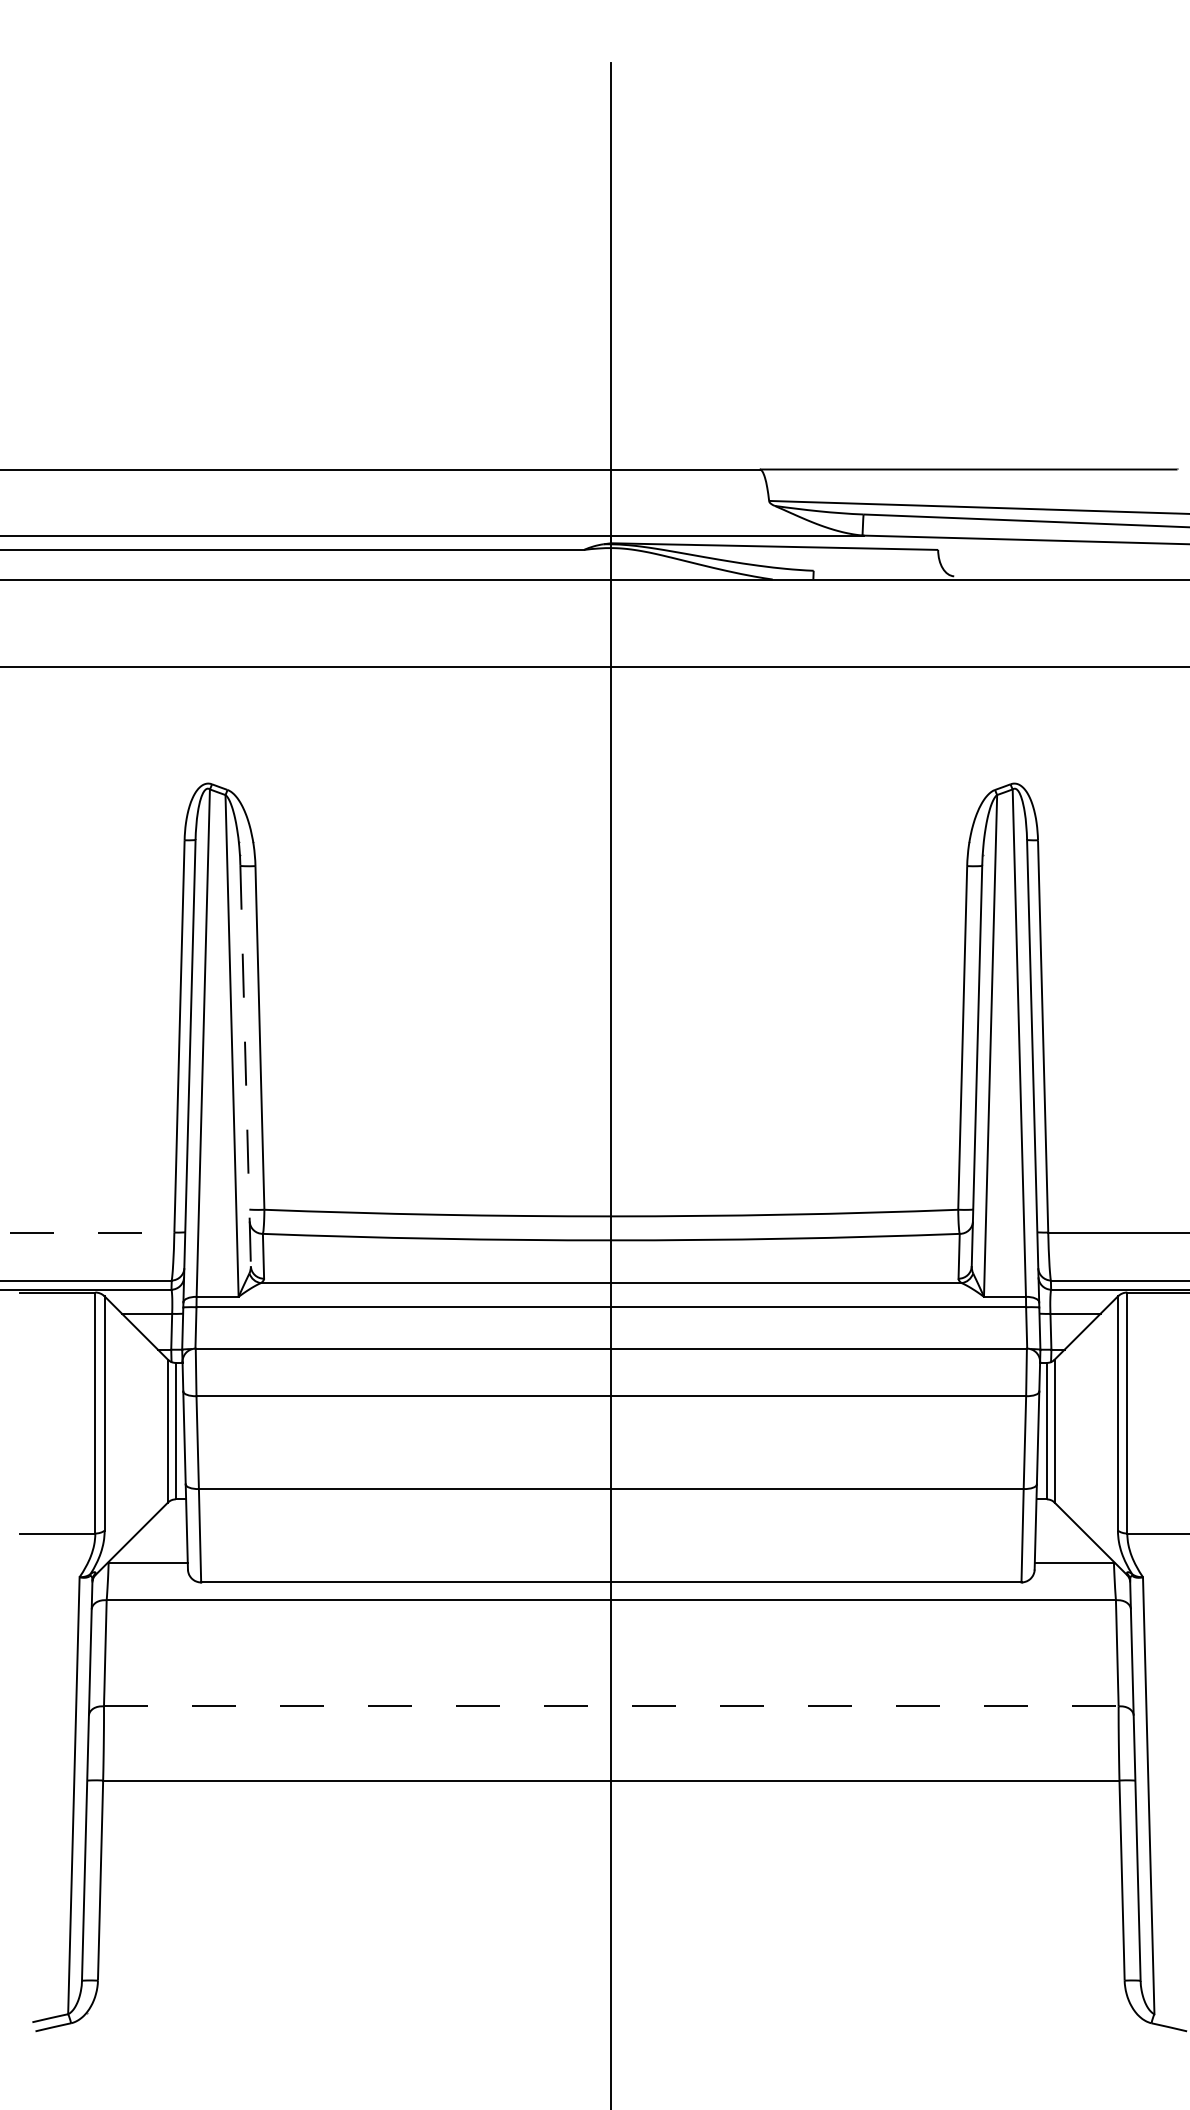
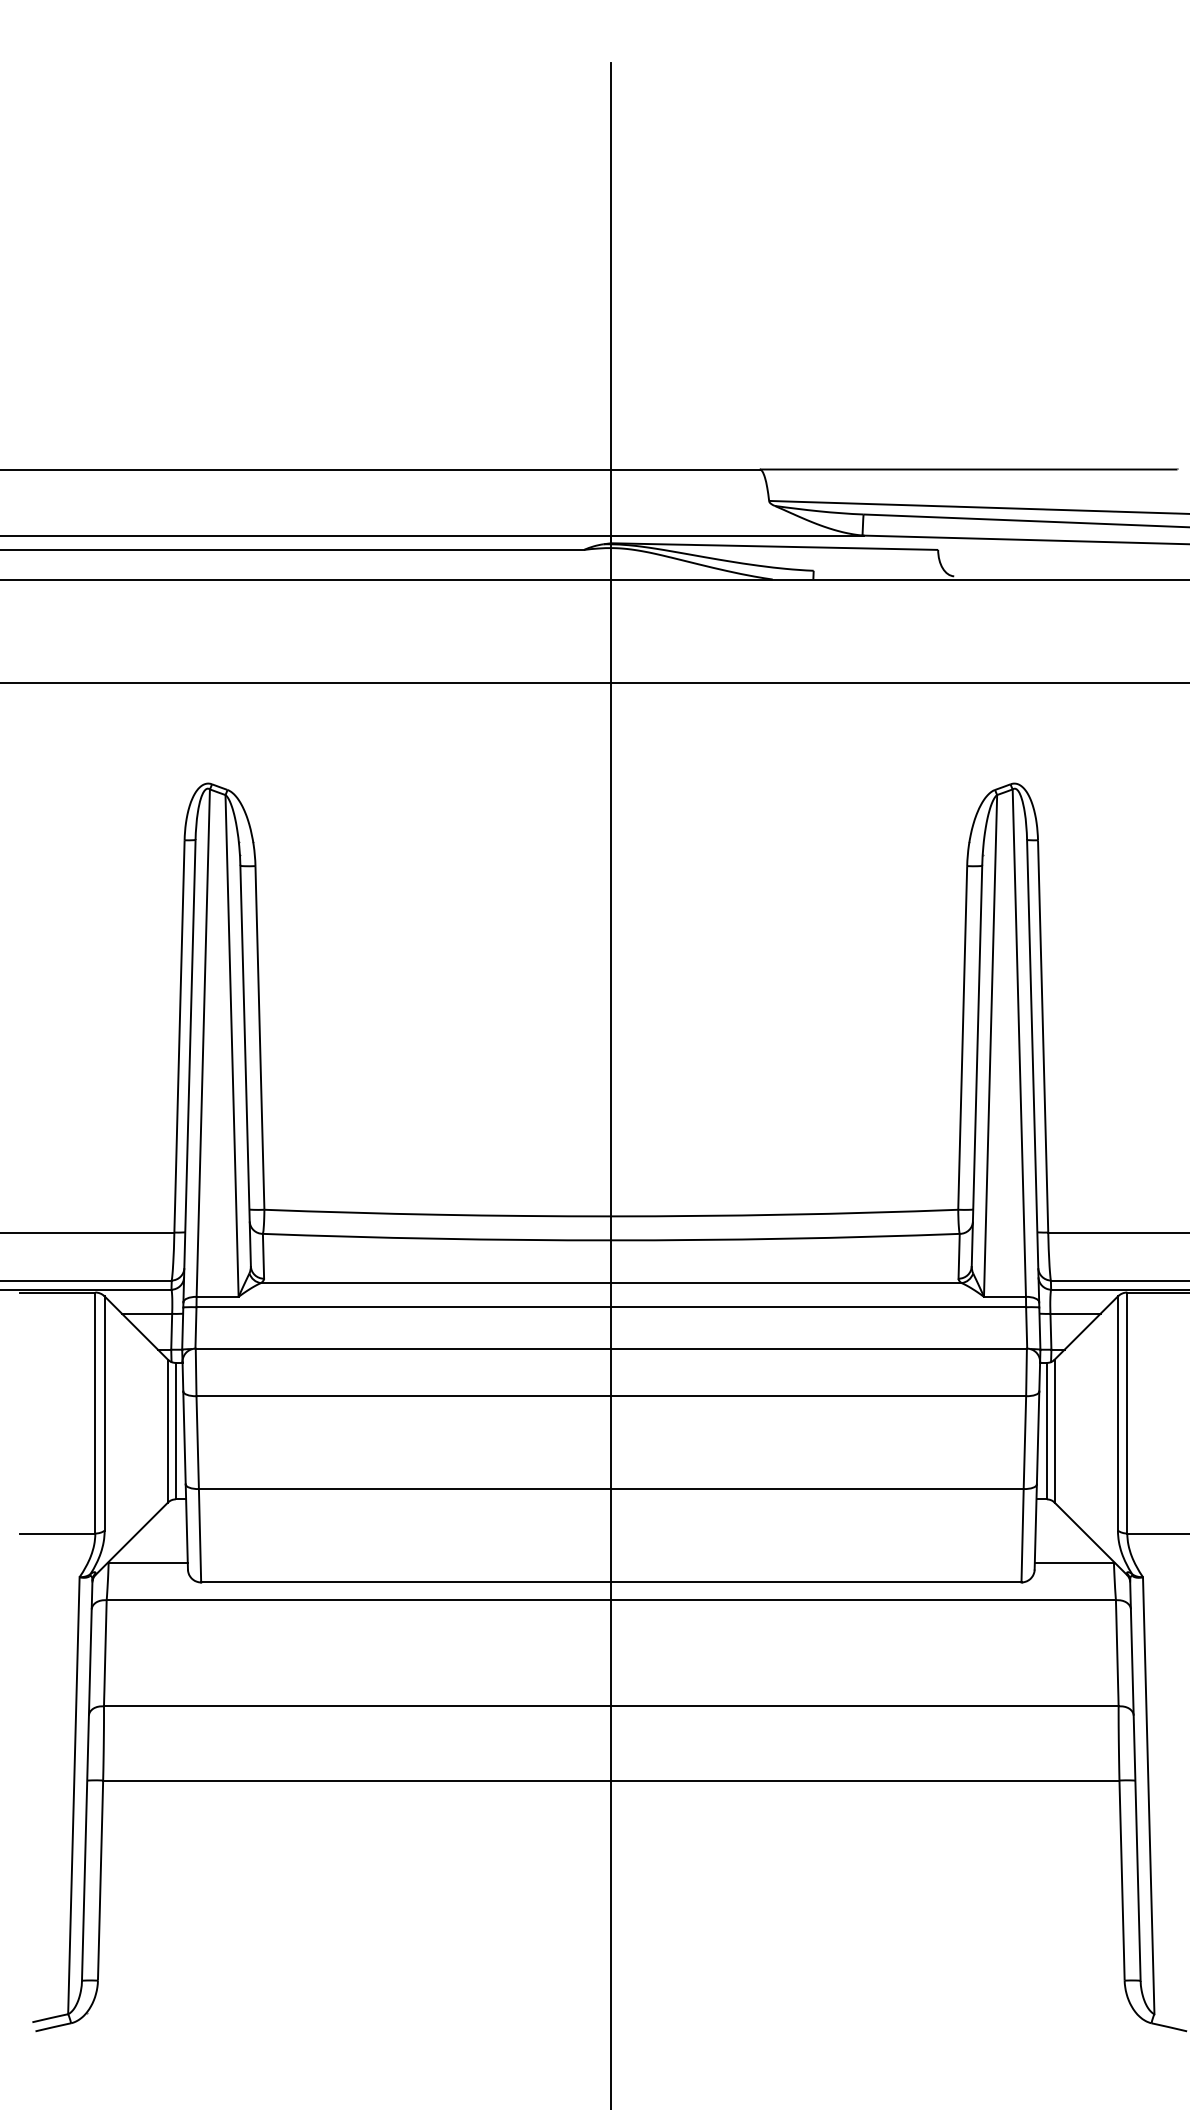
line at (594, 667) position: (594, 667) -> (594, 683)
line at (245, 1066): dashed -> solid
line at (87, 1232): dashed -> solid
line at (611, 1706): dashed -> solid
